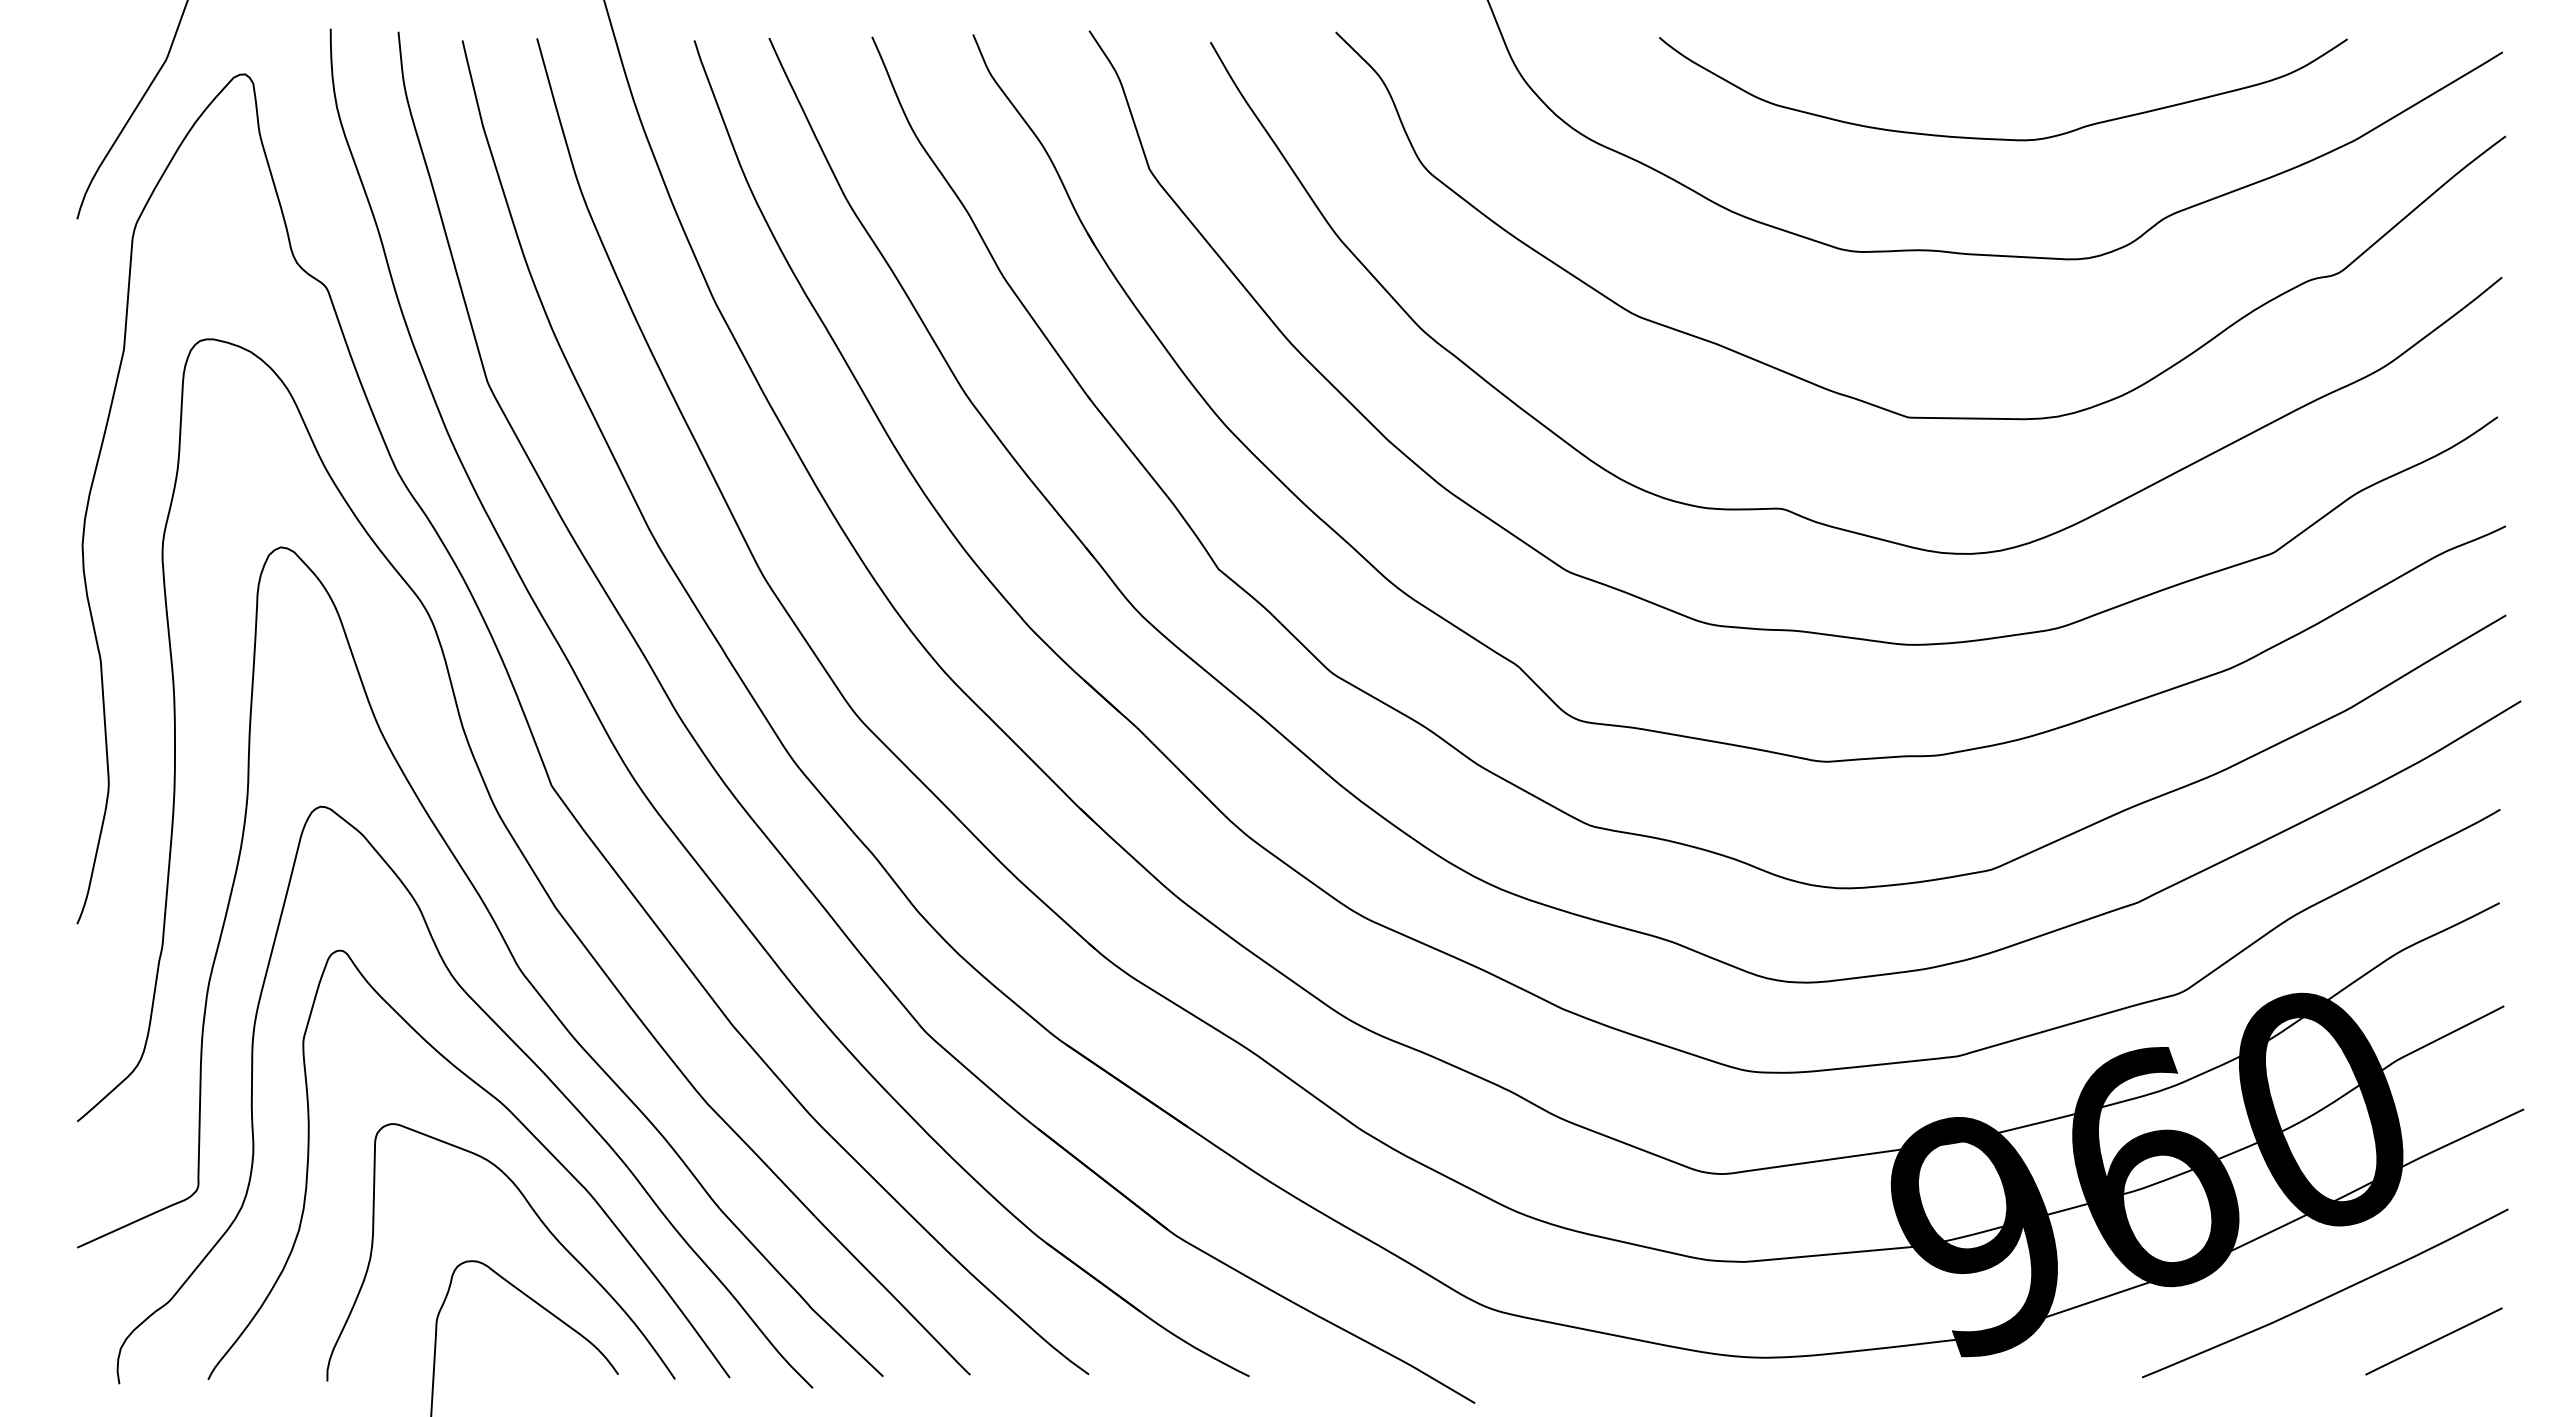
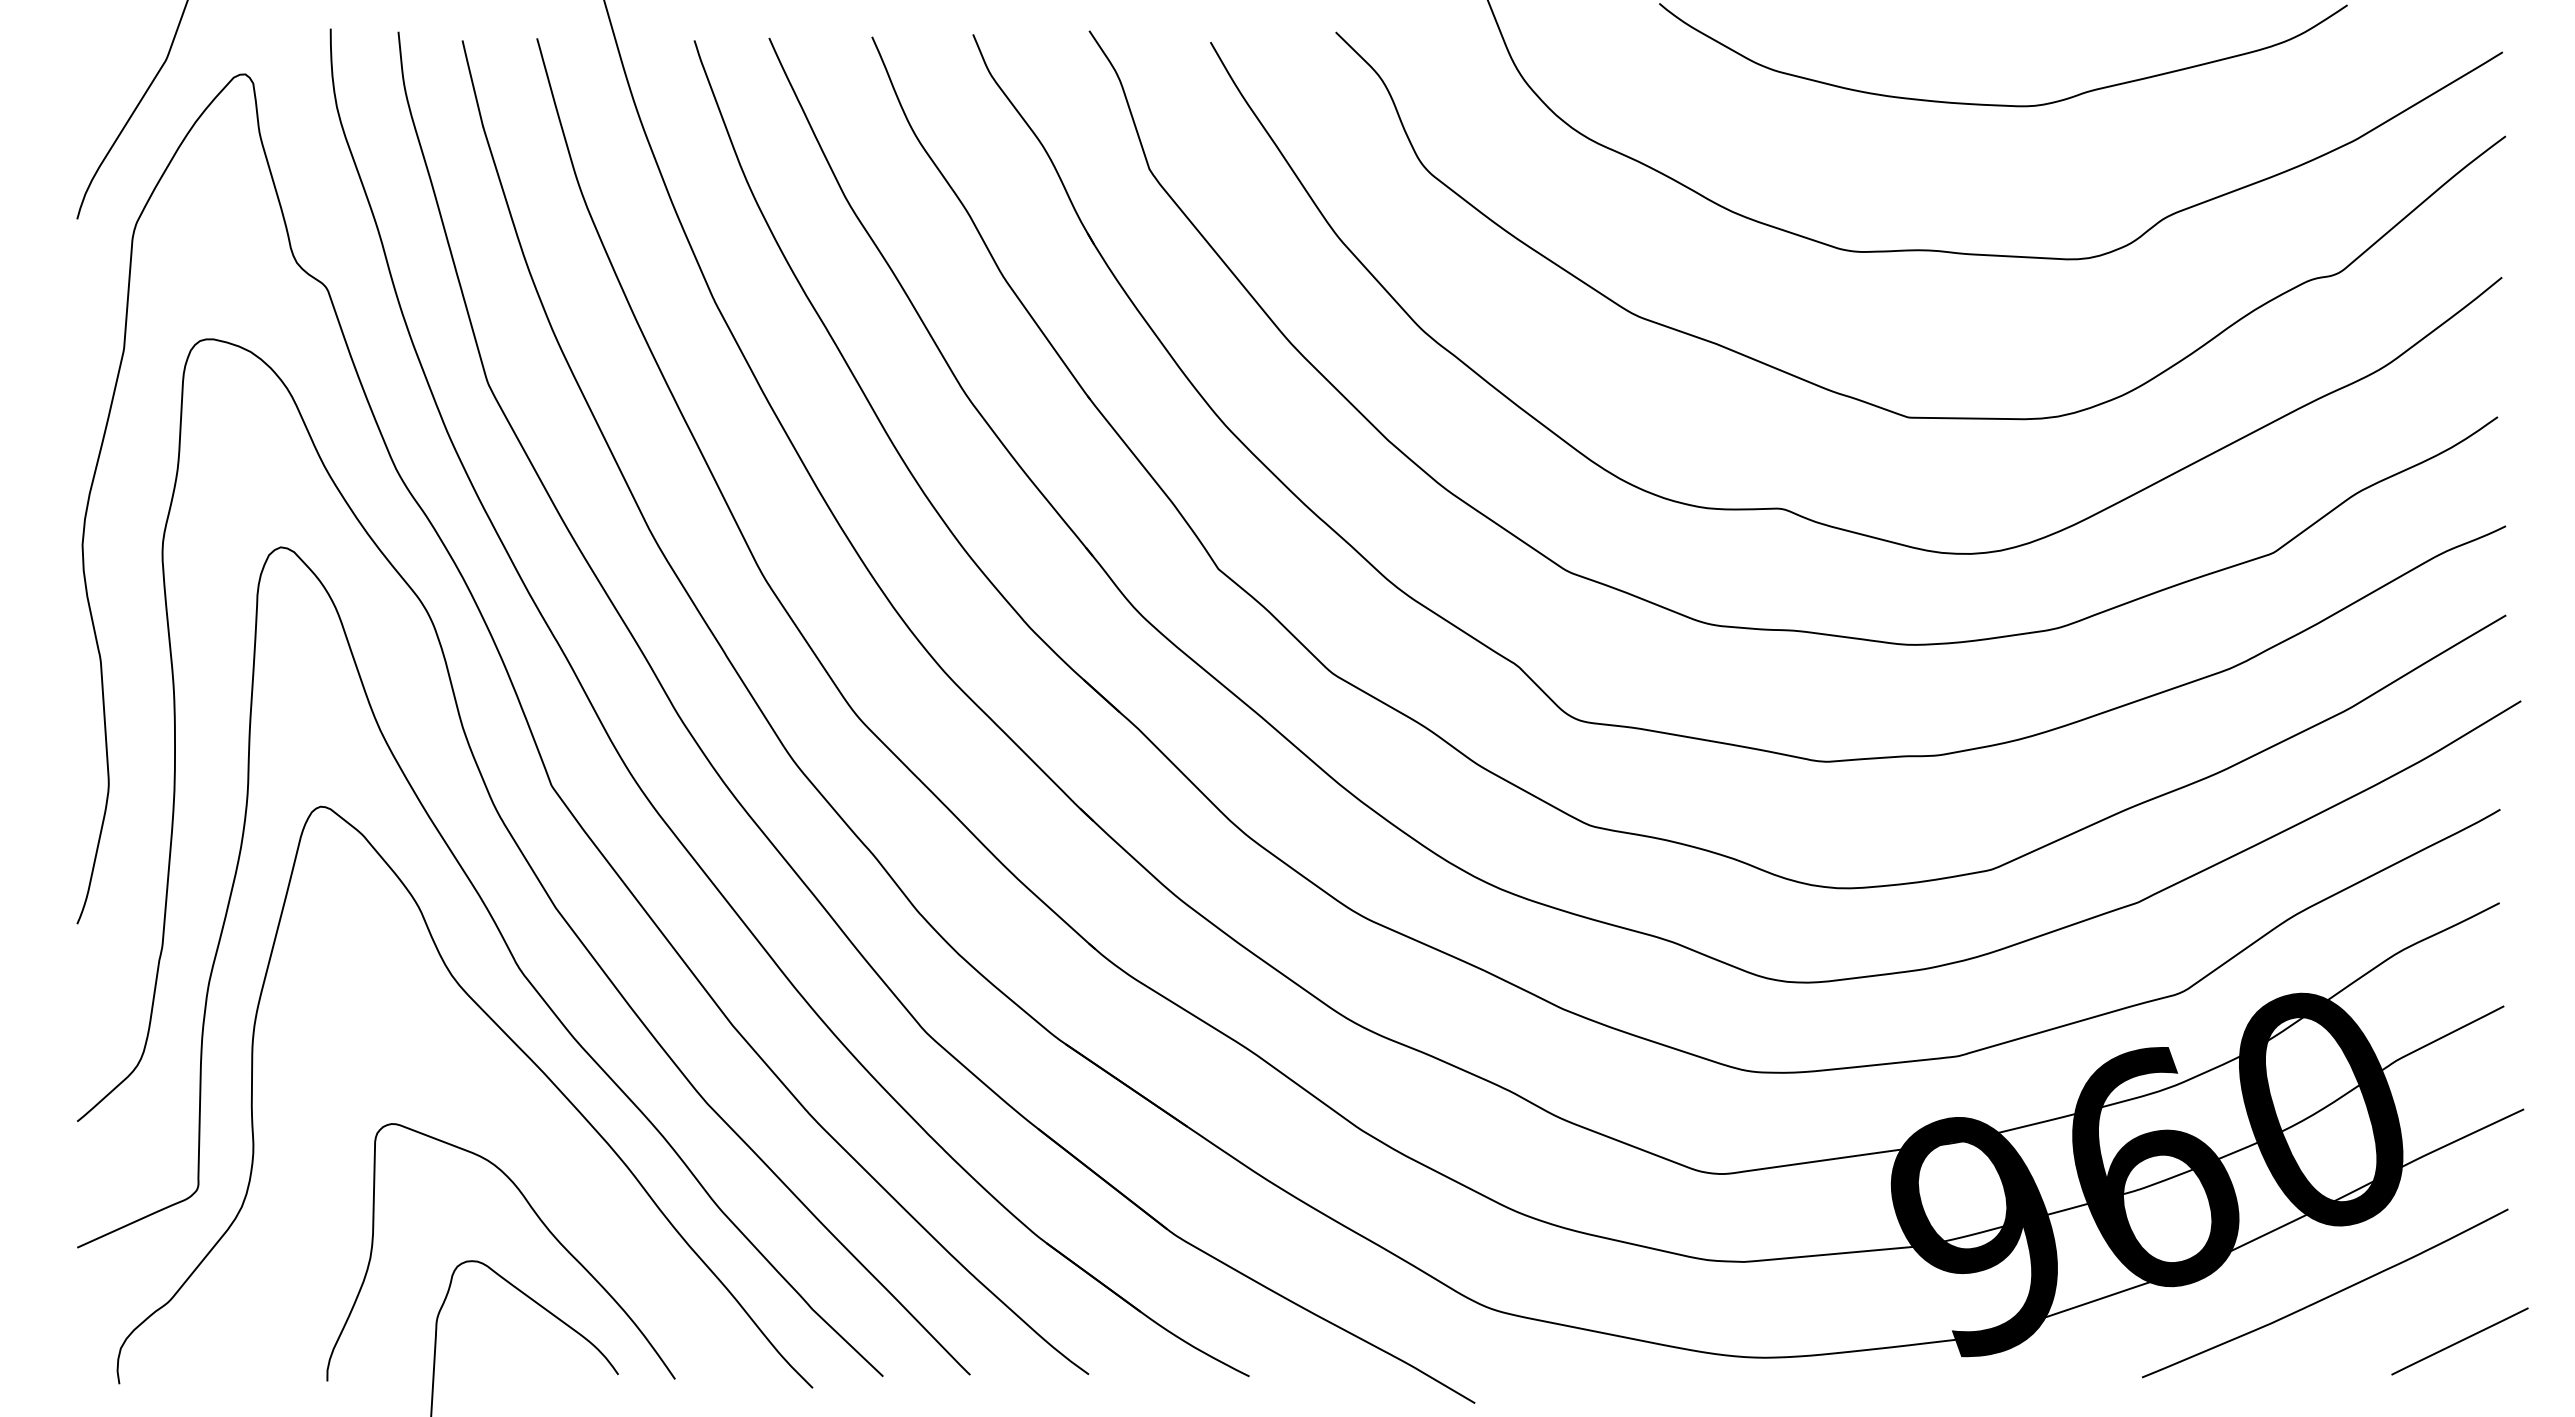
curve at (2003, 138) position: (2003, 138) -> (2003, 104)
curve at (514, 1117): present -> none
line at (2433, 1341) position: (2433, 1341) -> (2459, 1341)
